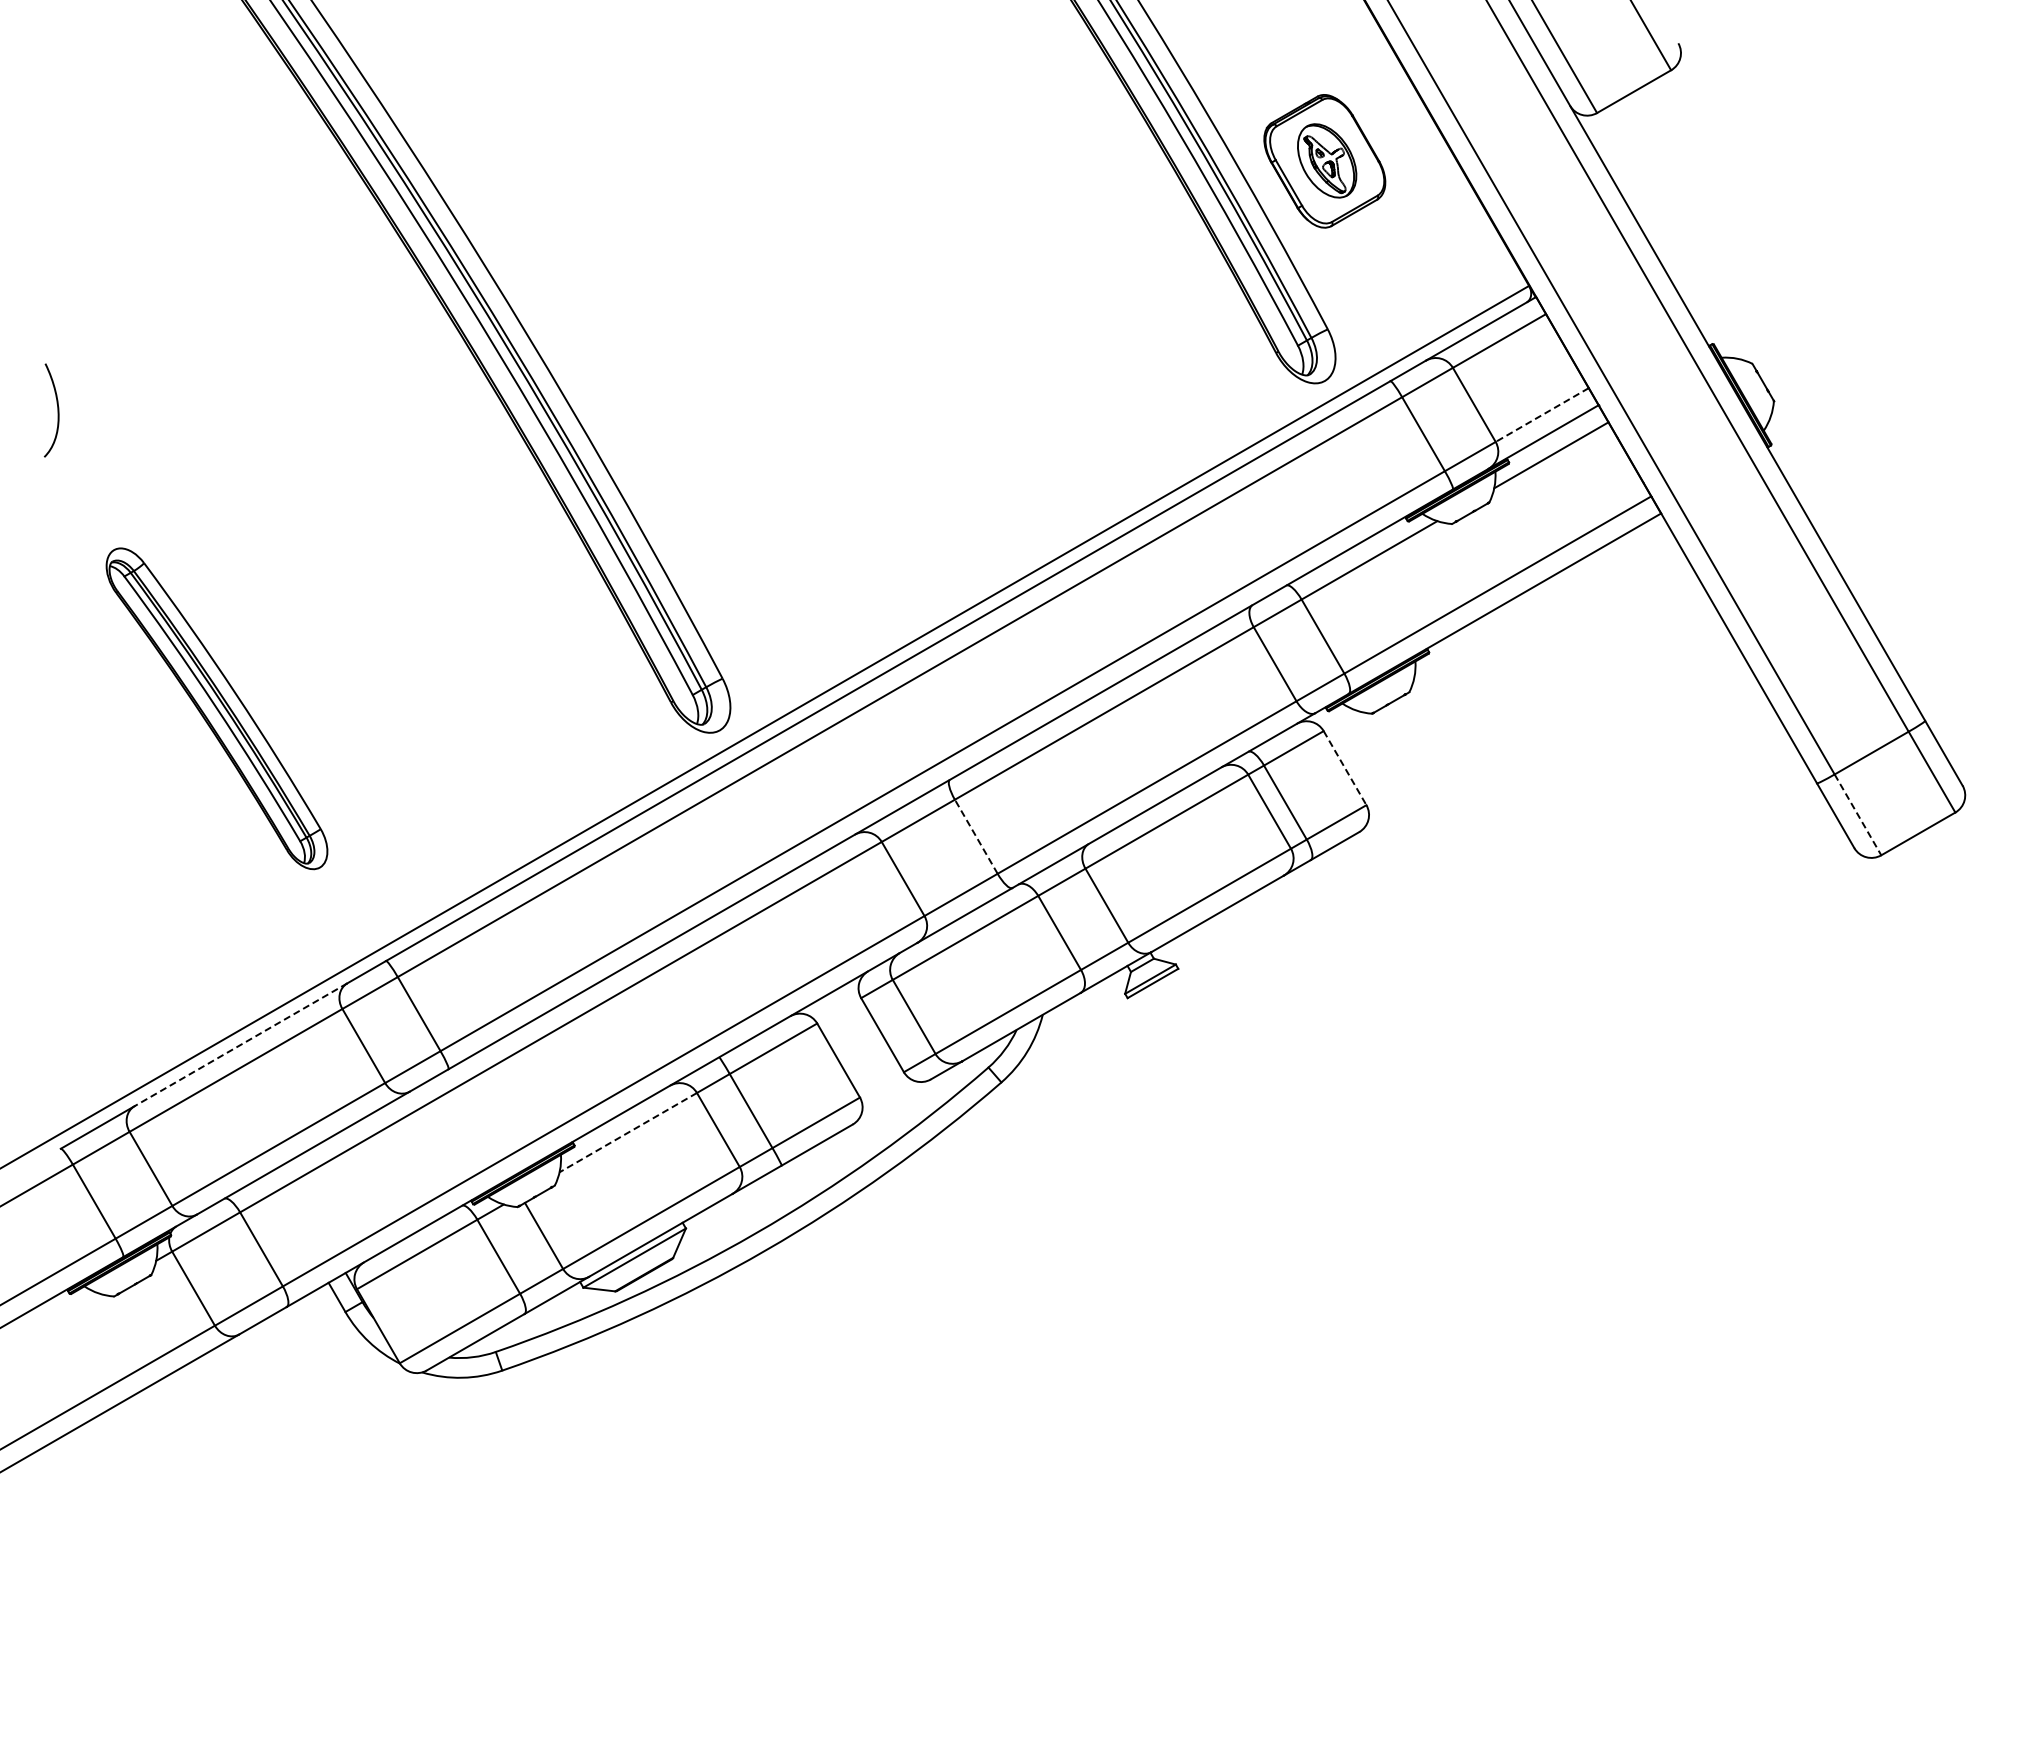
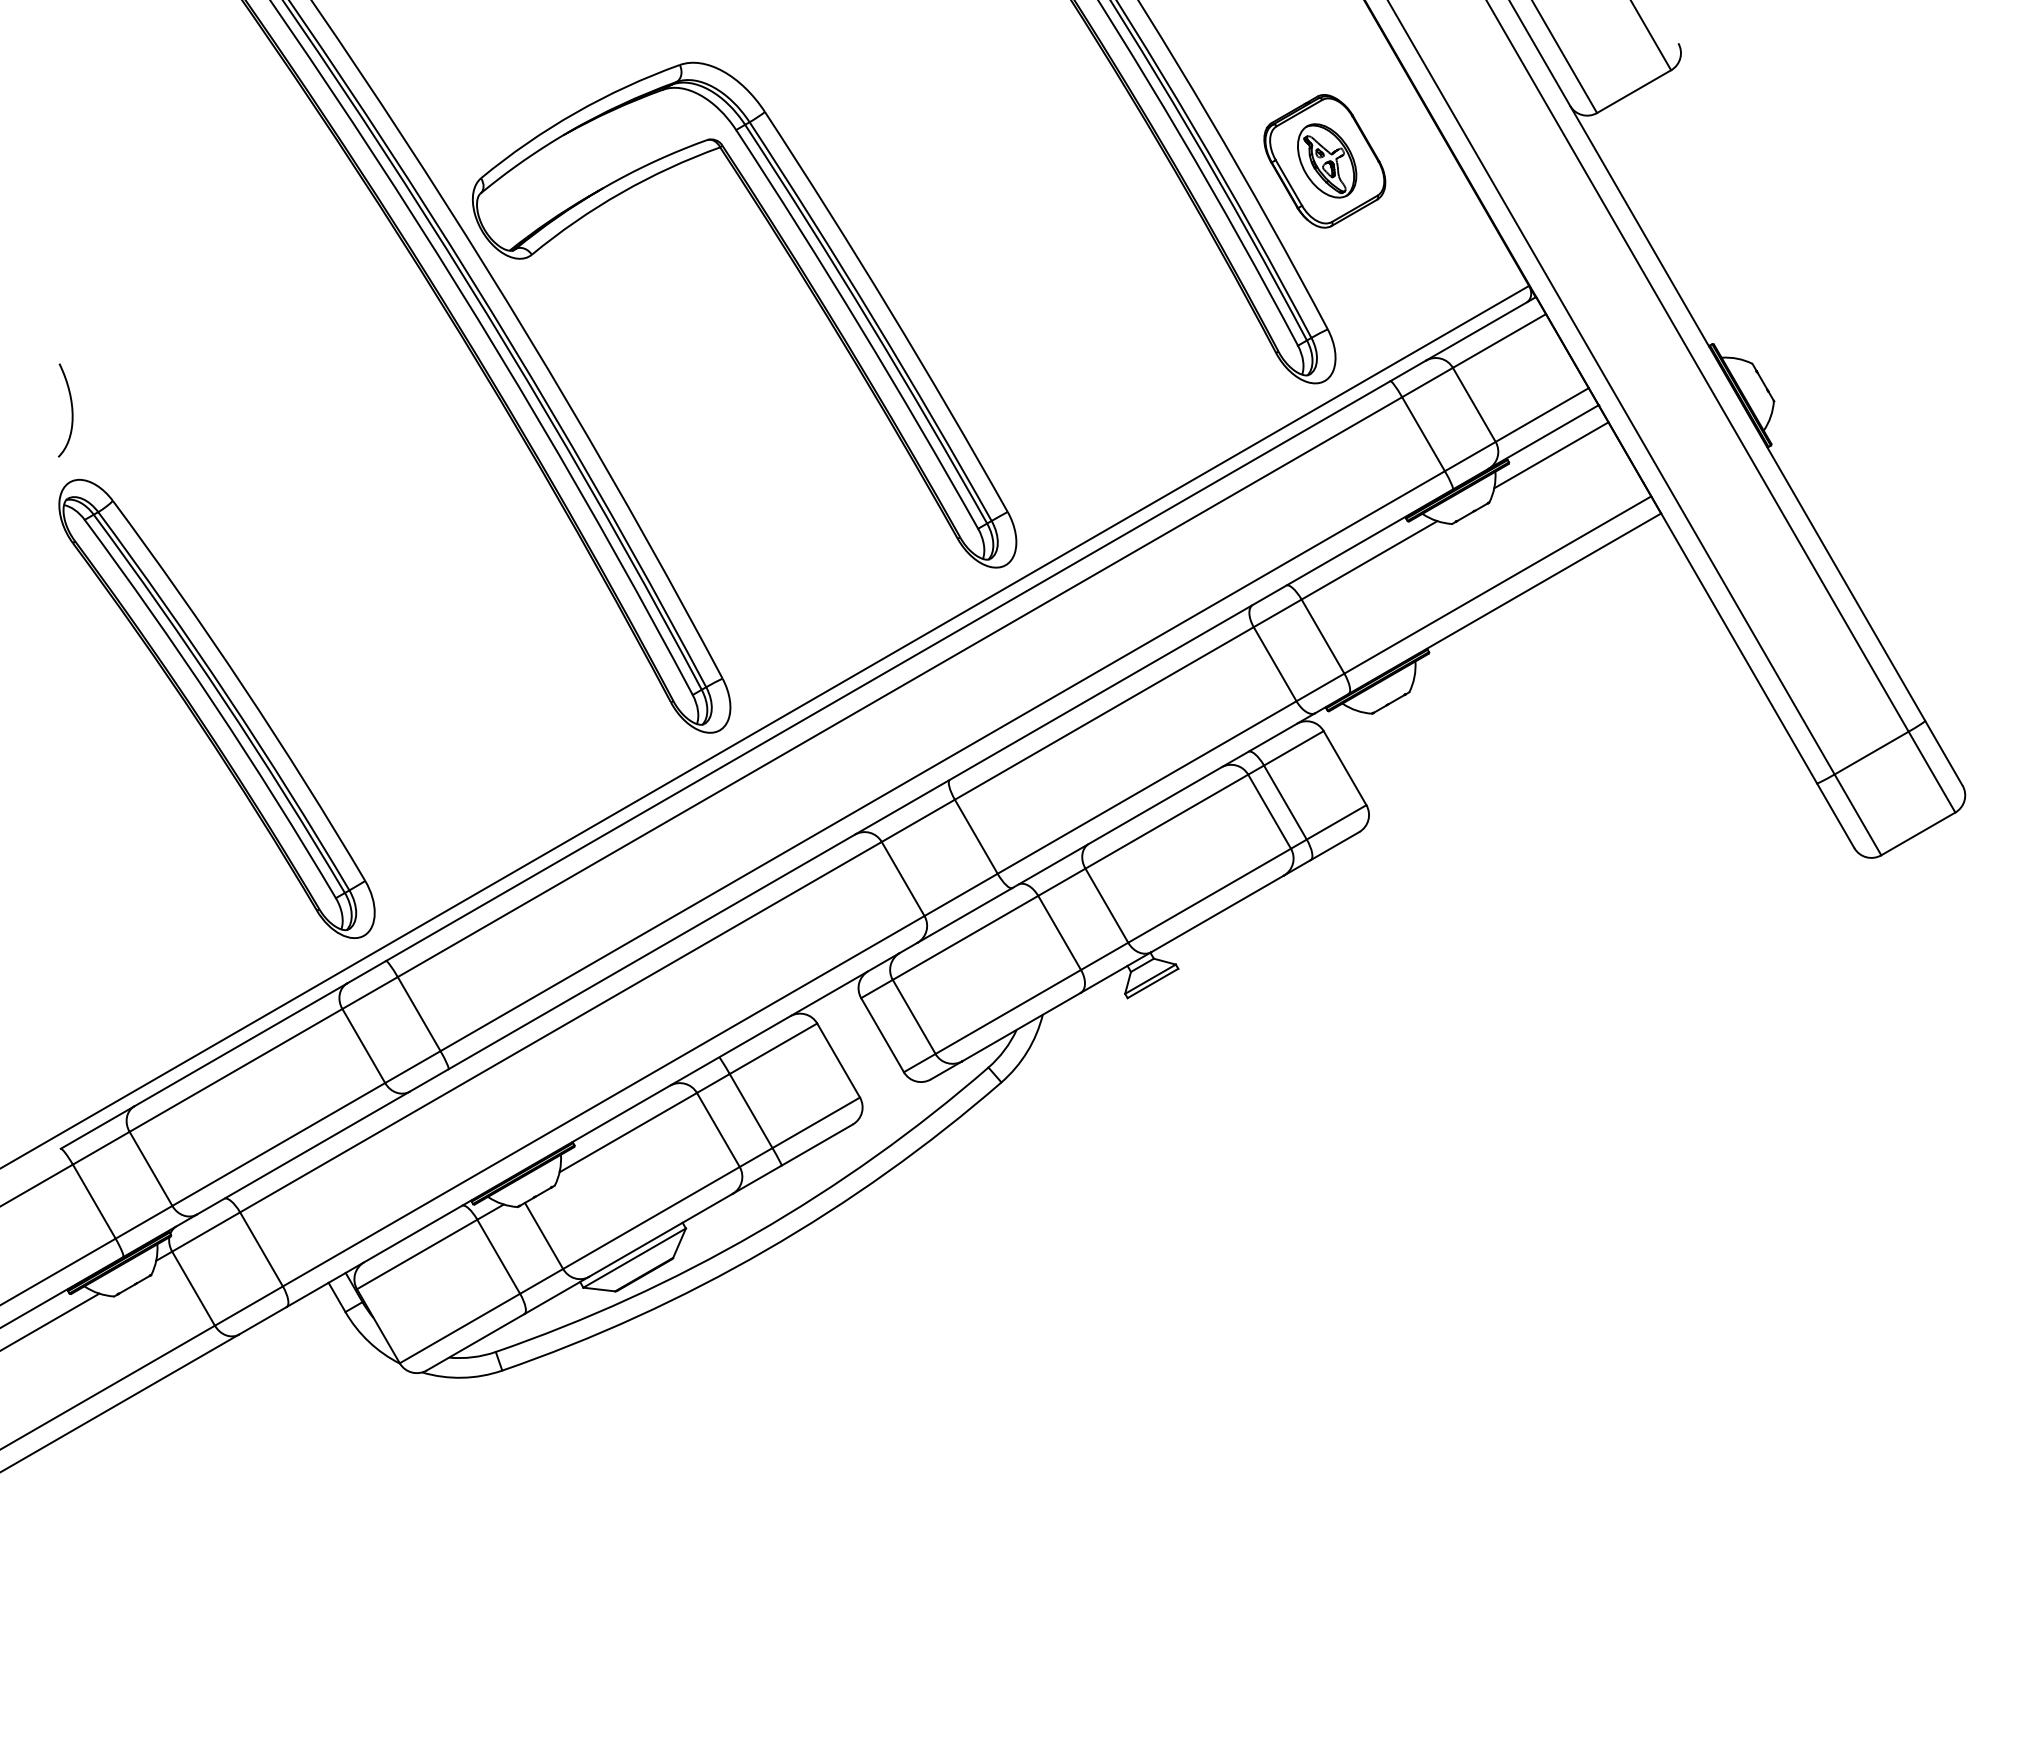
part at (803, 280): none -> present
curve at (57, 410) position: (57, 410) -> (71, 410)
line at (1542, 415): dashed -> solid
part at (216, 708) size: 224x324 px -> 318x461 px
line at (1345, 768): dashed -> solid
line at (1857, 814): dashed -> solid
line at (976, 836): dashed -> solid
line at (240, 1044): dashed -> solid
line at (627, 1132): dashed -> solid
line at (50, 1321): none -> present
